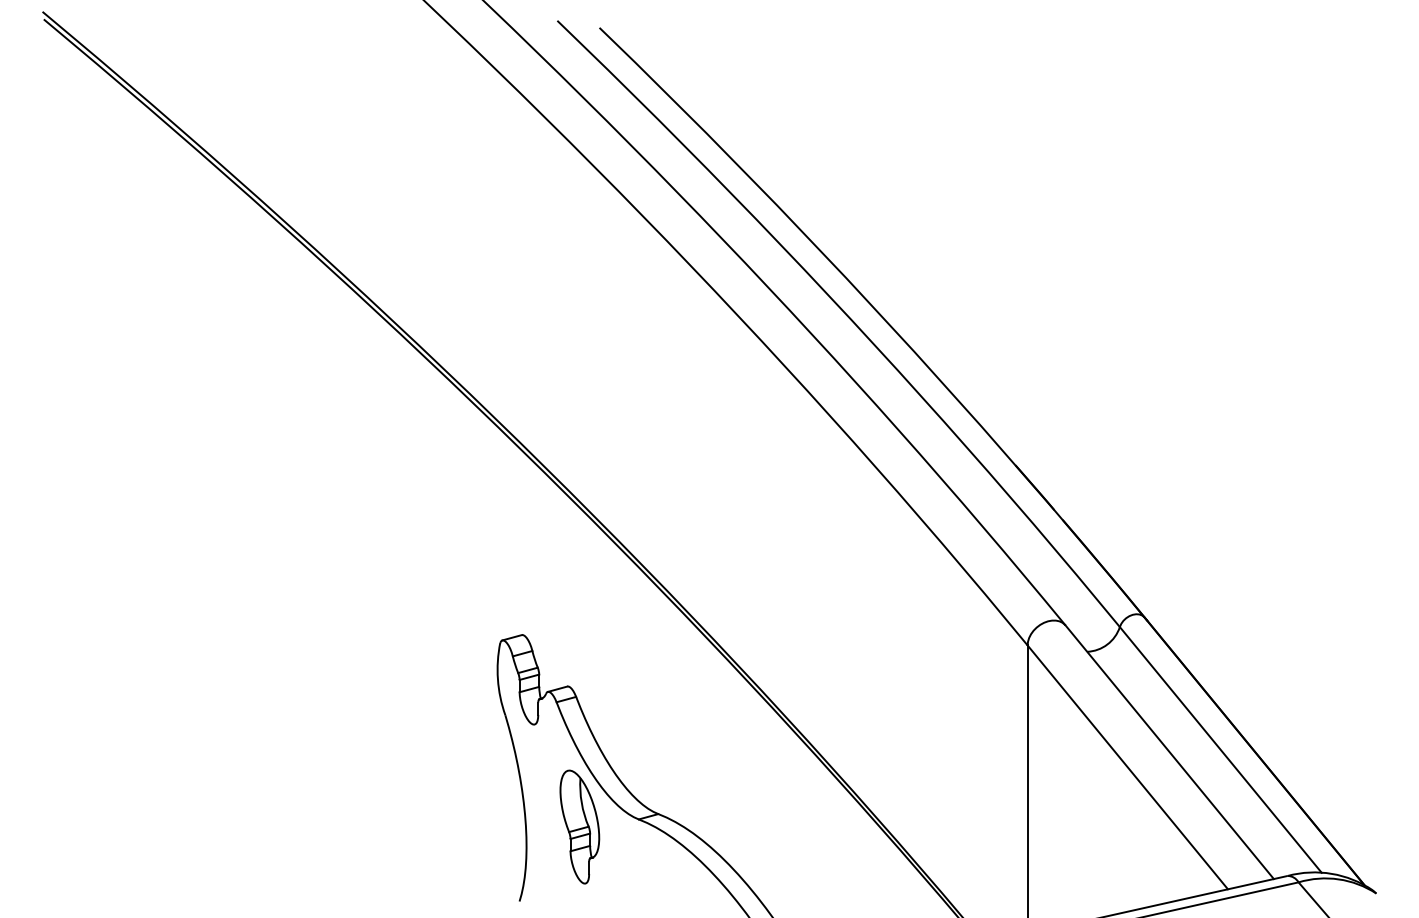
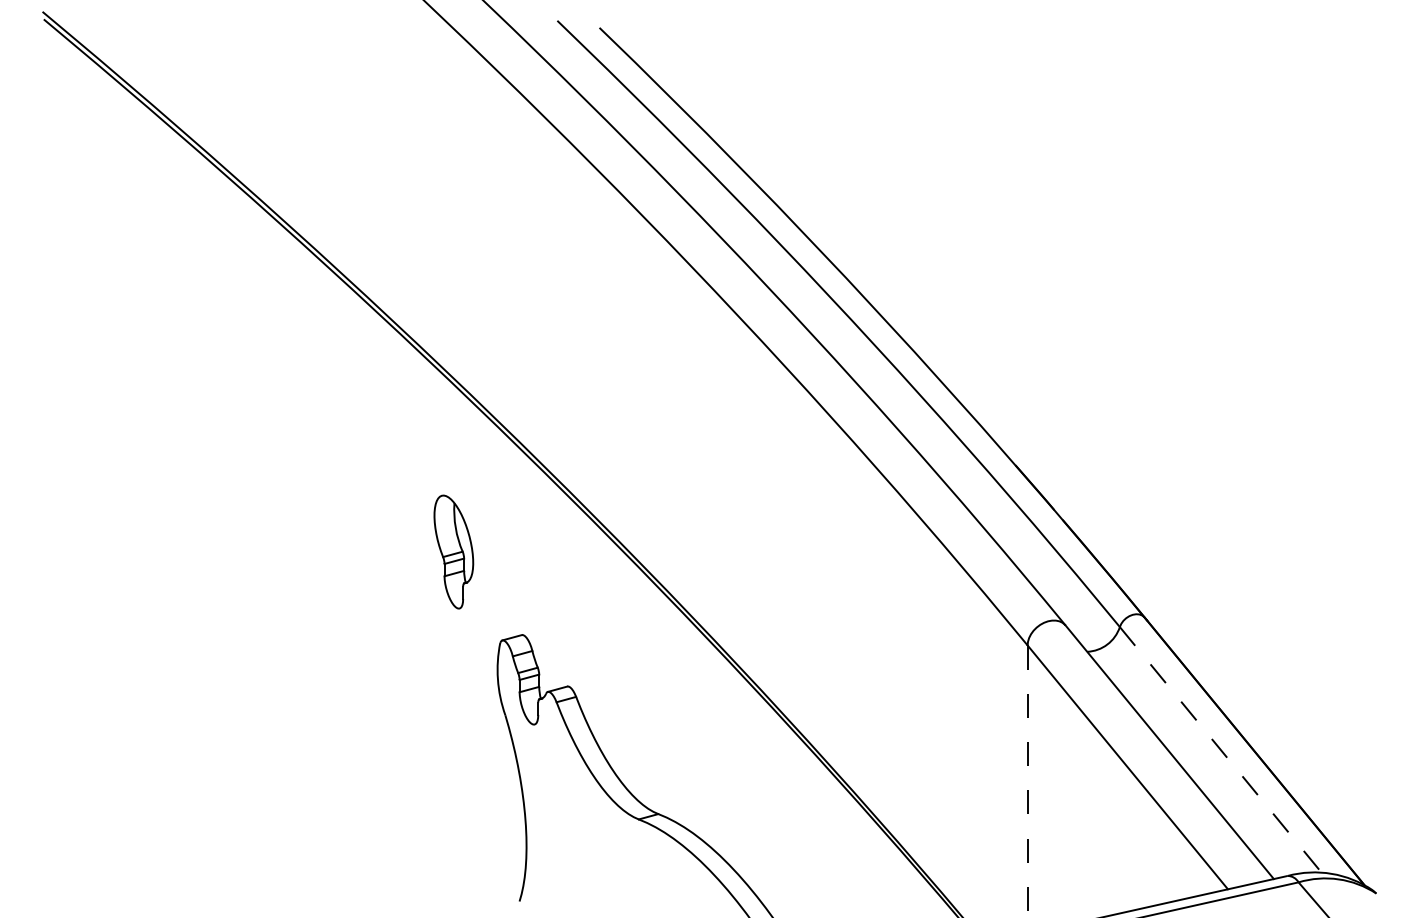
line at (1221, 750): solid -> dashed
line at (1027, 781): solid -> dashed
part at (579, 826) position: (579, 826) -> (453, 551)
